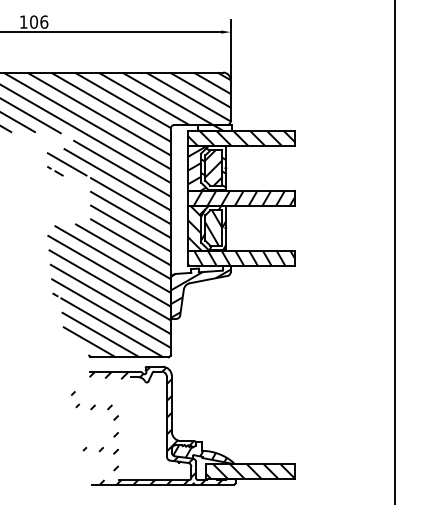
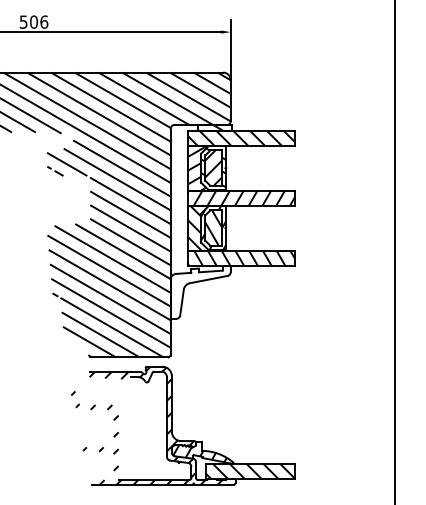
text at (23, 21): 106 -> 506
hatch at (200, 293): present -> none
